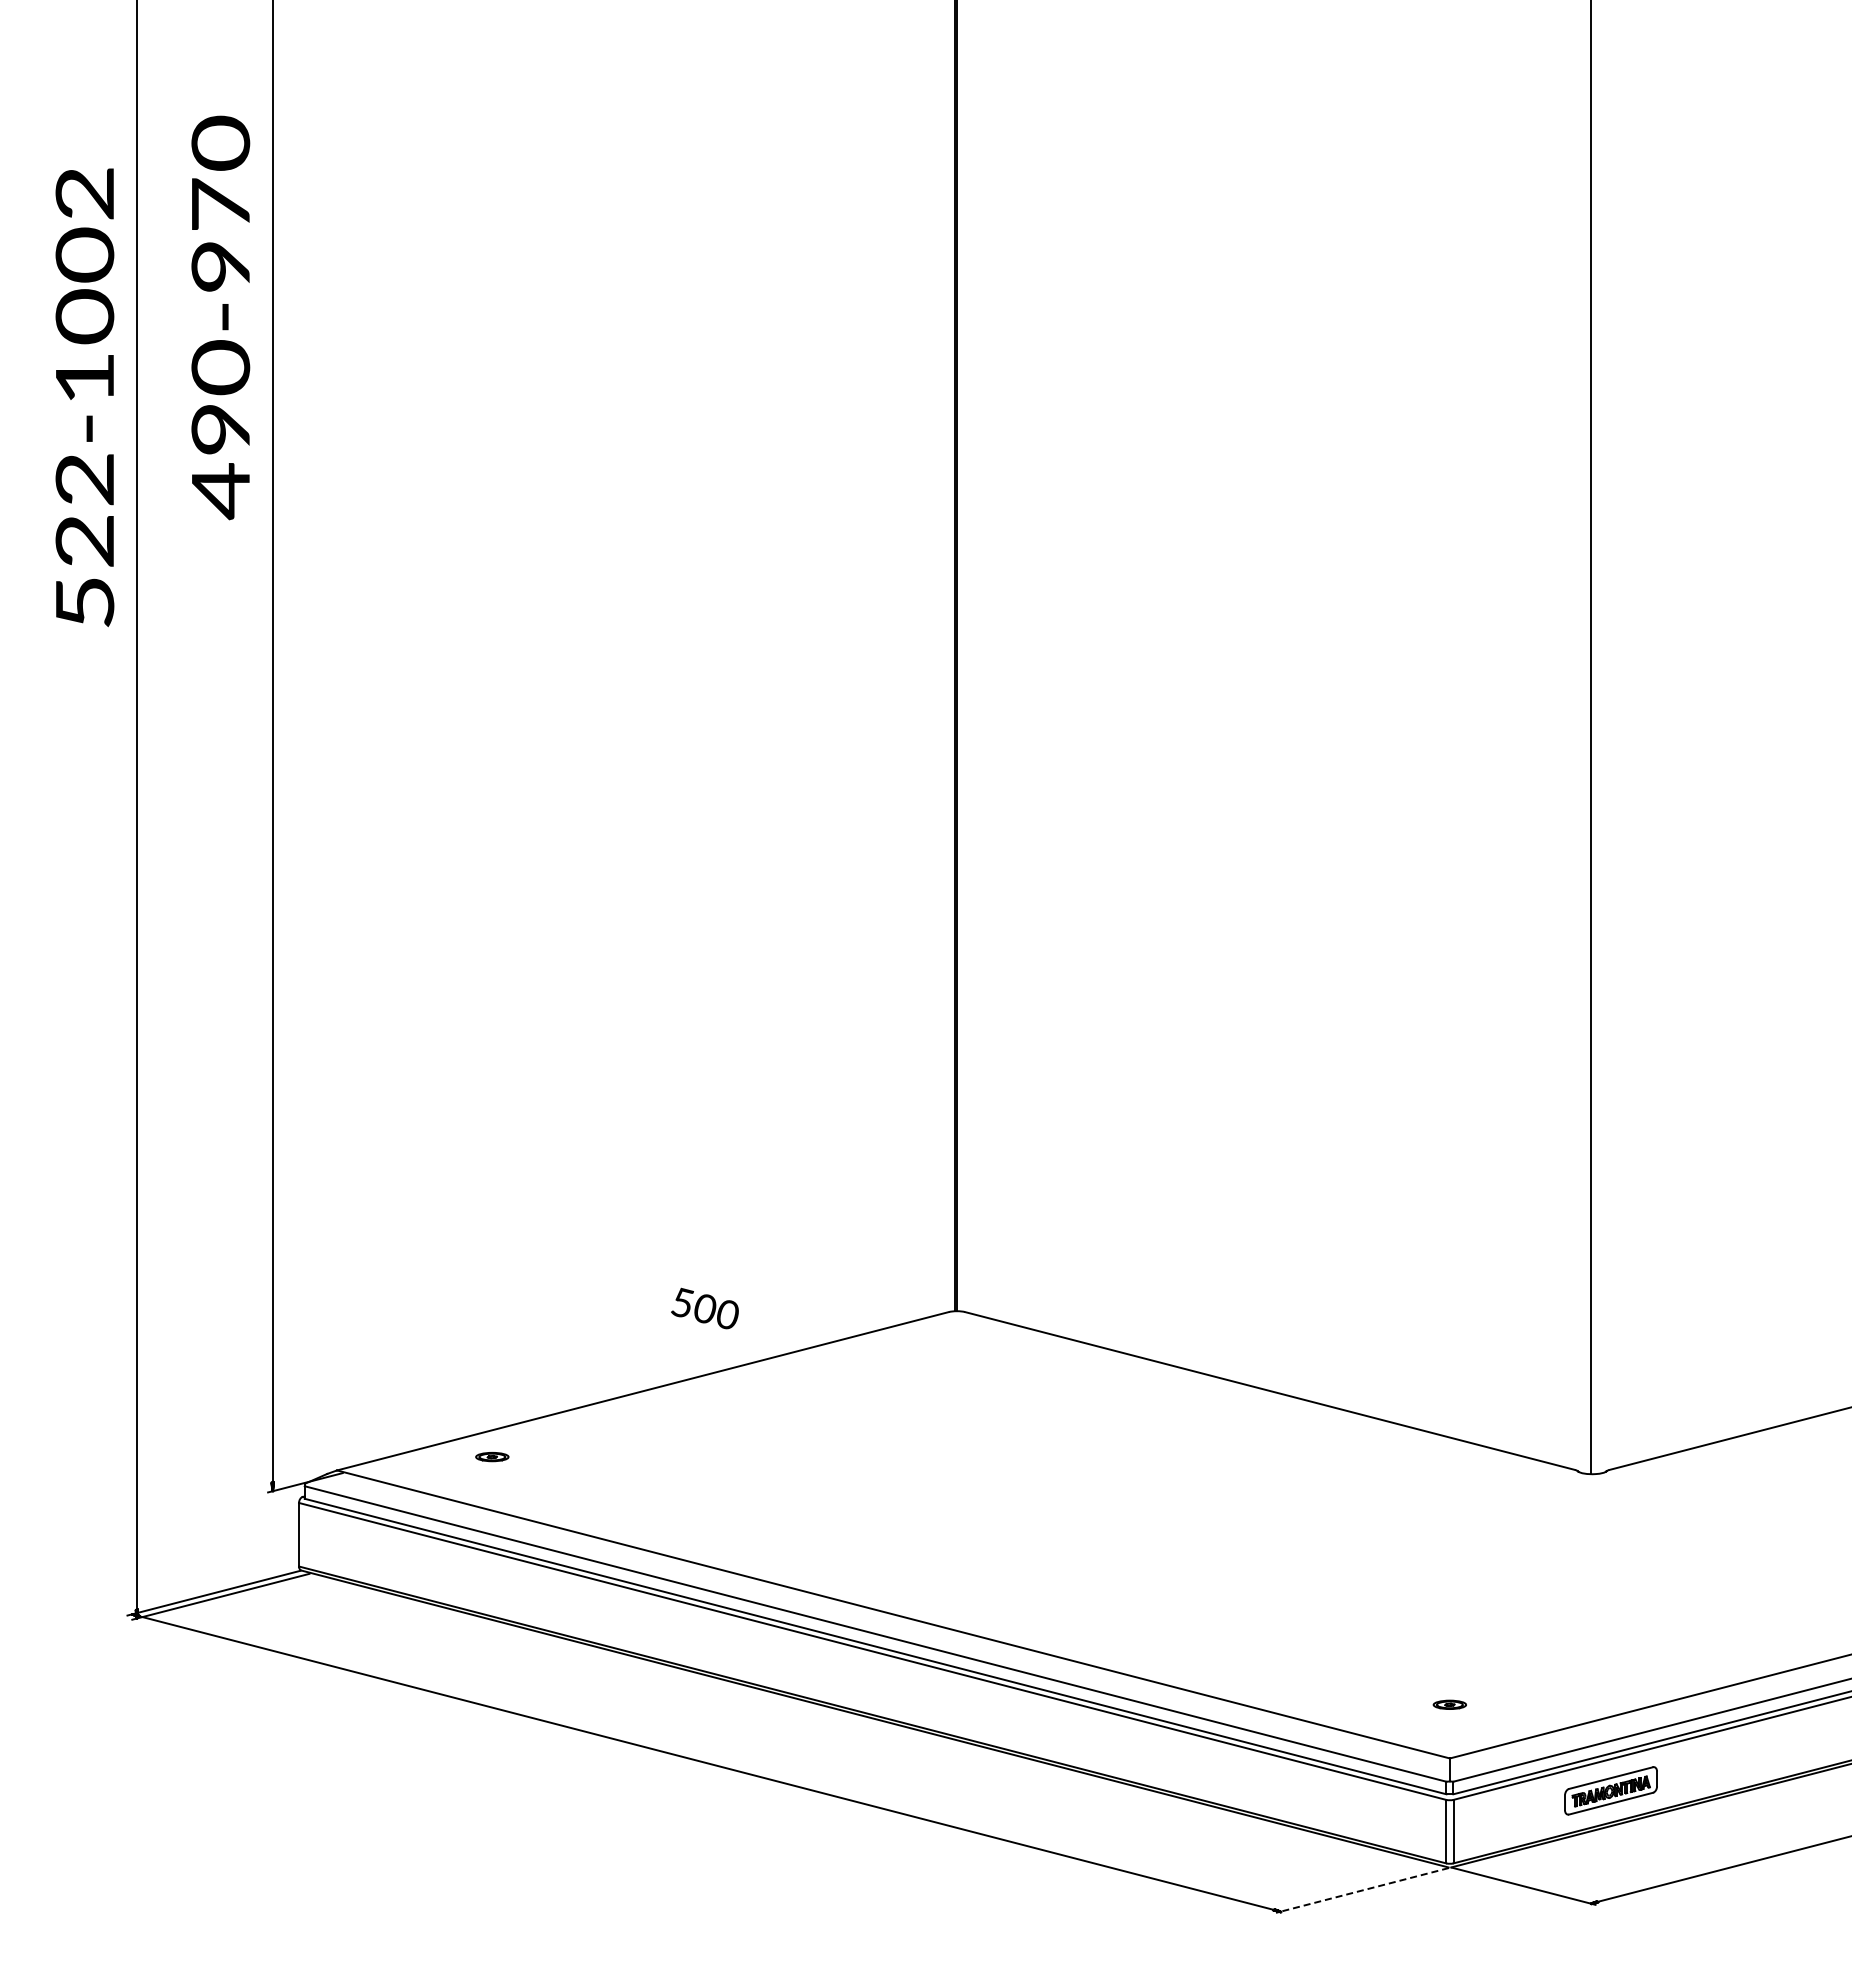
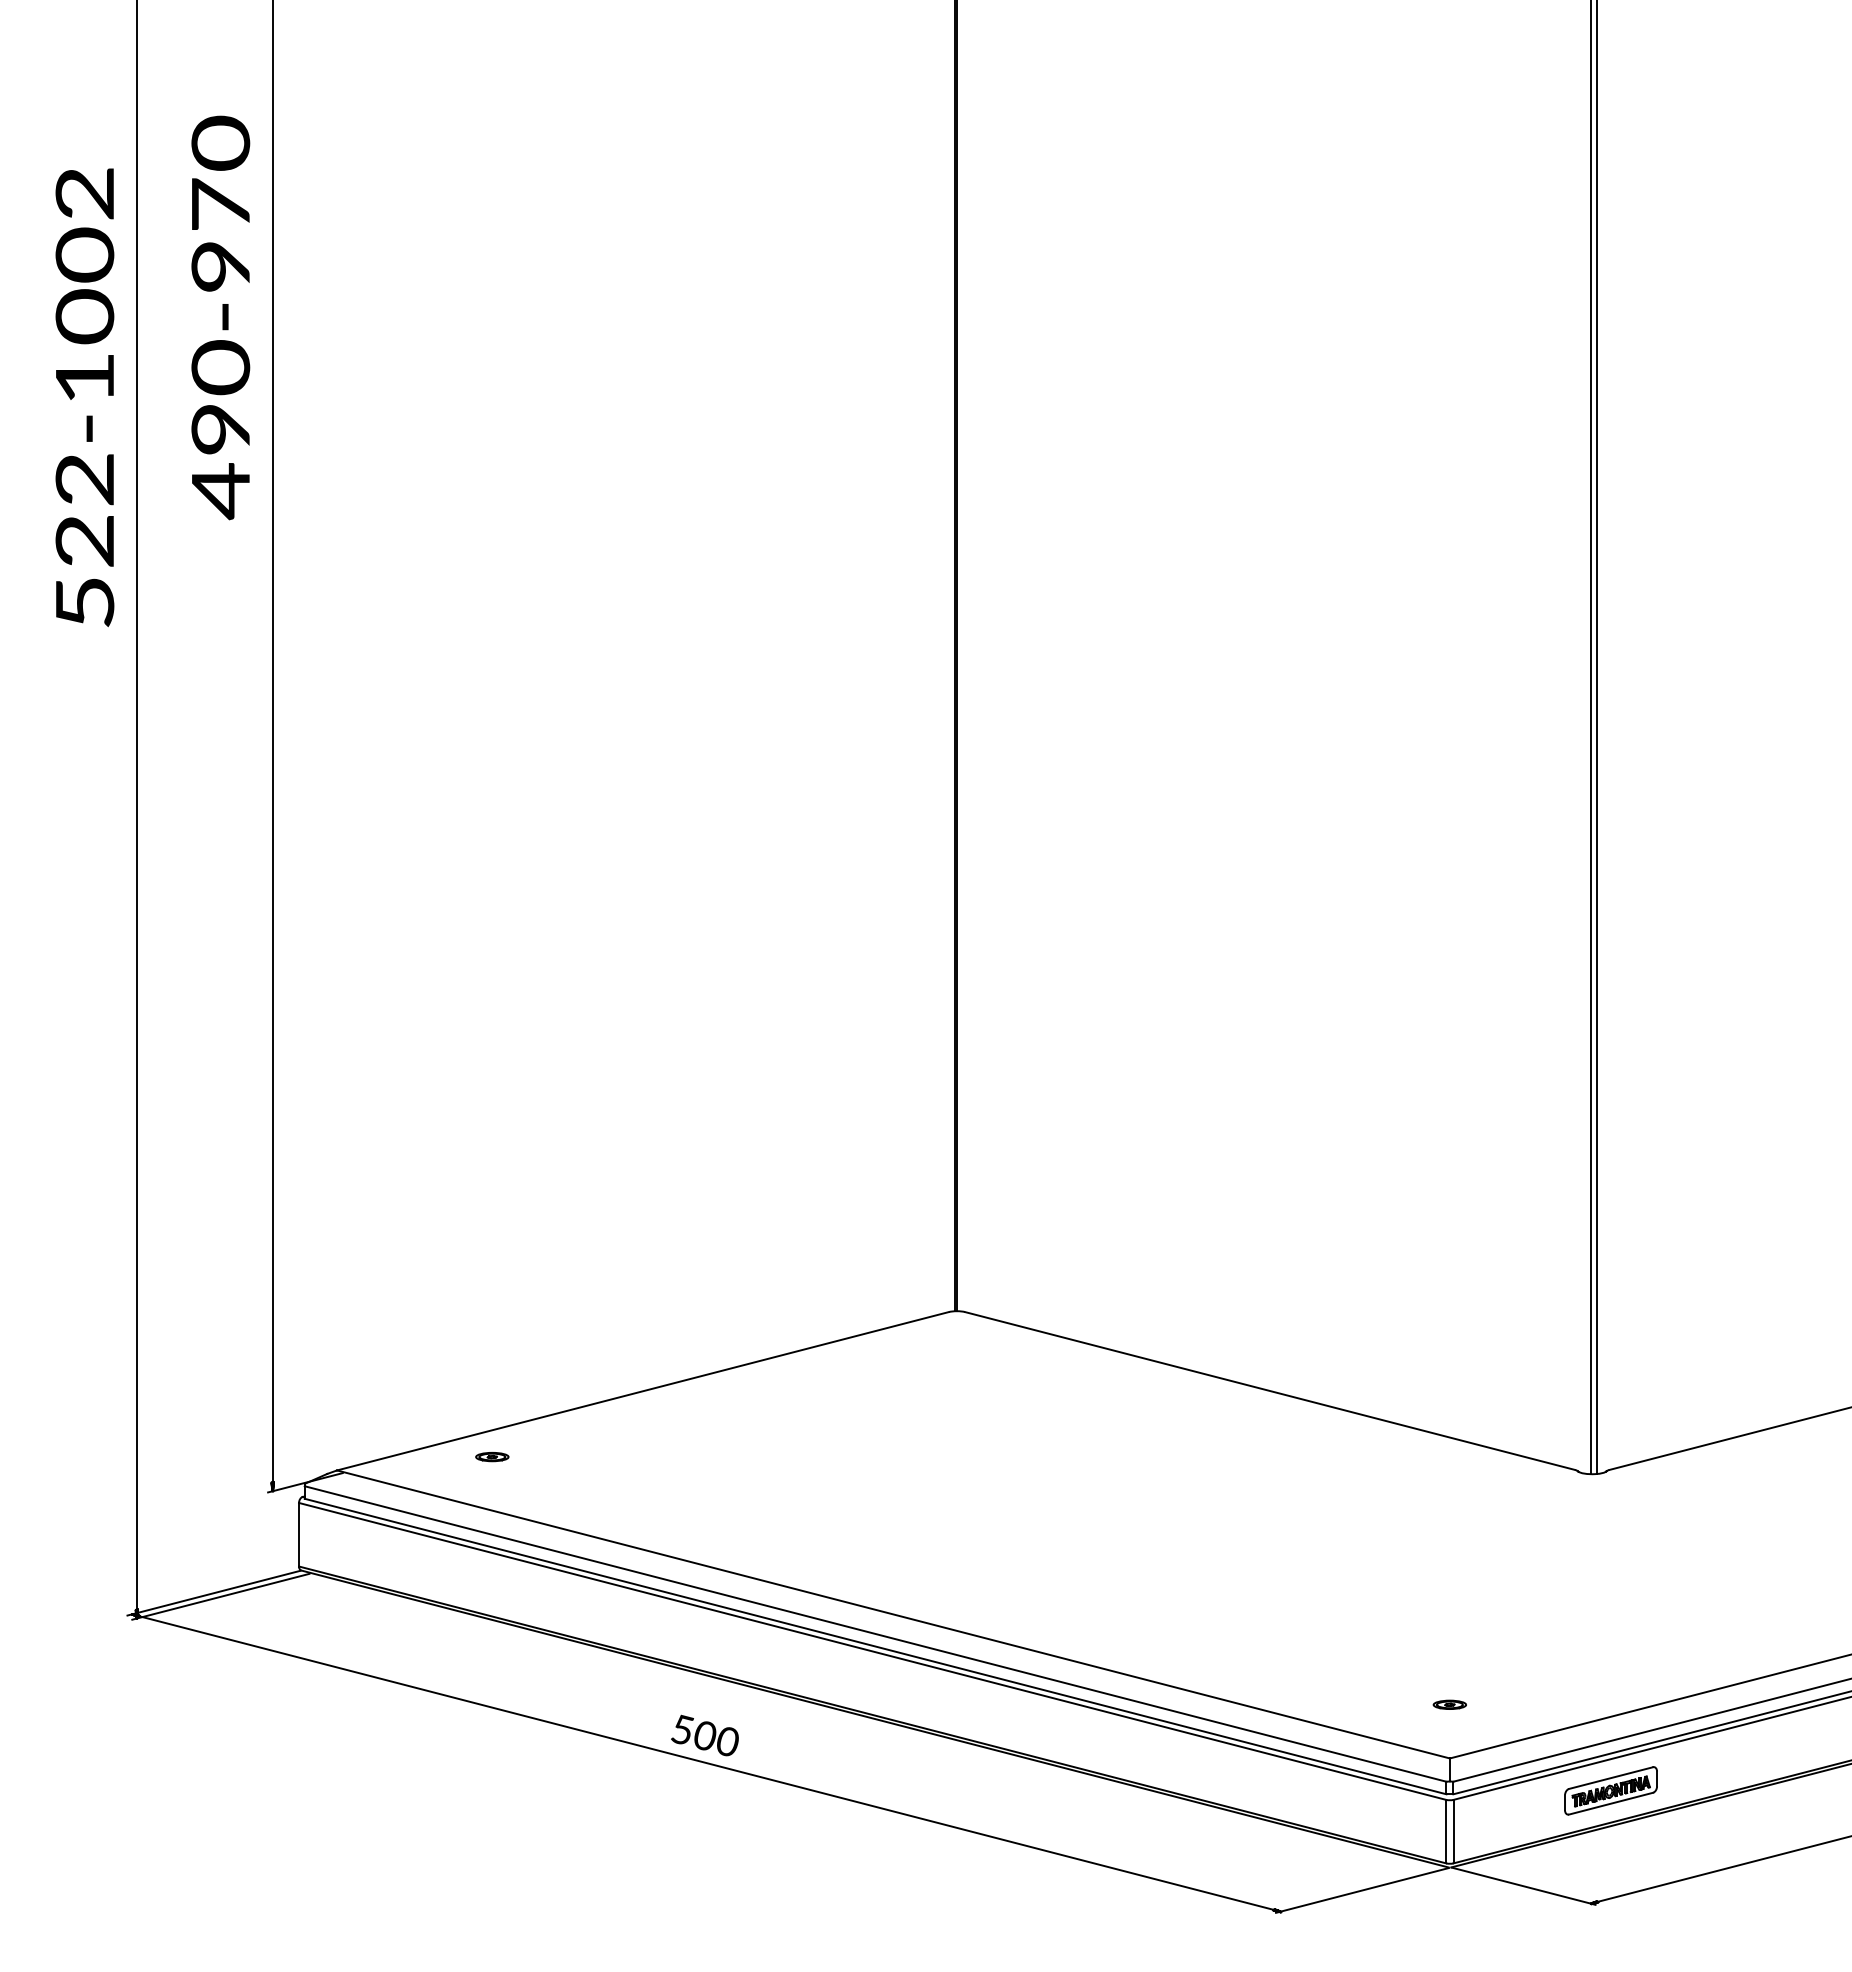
line at (1597, 738): none -> present
text at (704, 1308) position: (704, 1308) -> (704, 1735)
line at (1361, 1890): dashed -> solid
